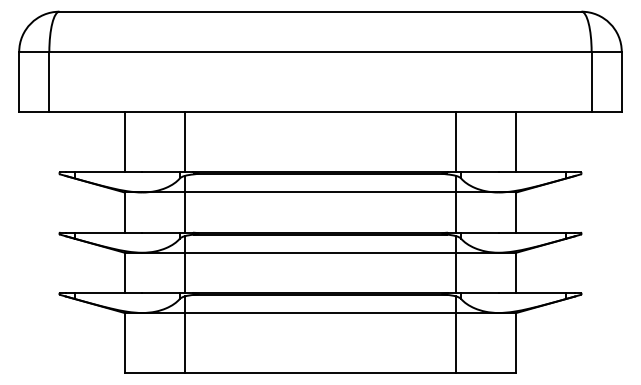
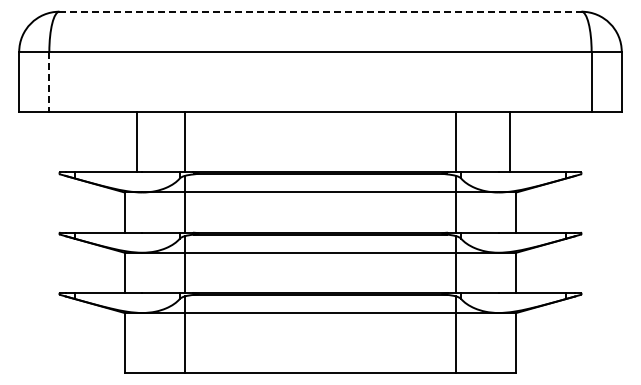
line at (320, 11): solid -> dashed
line at (49, 82): solid -> dashed
line at (124, 142) position: (124, 142) -> (136, 142)
line at (516, 142) position: (516, 142) -> (510, 142)
